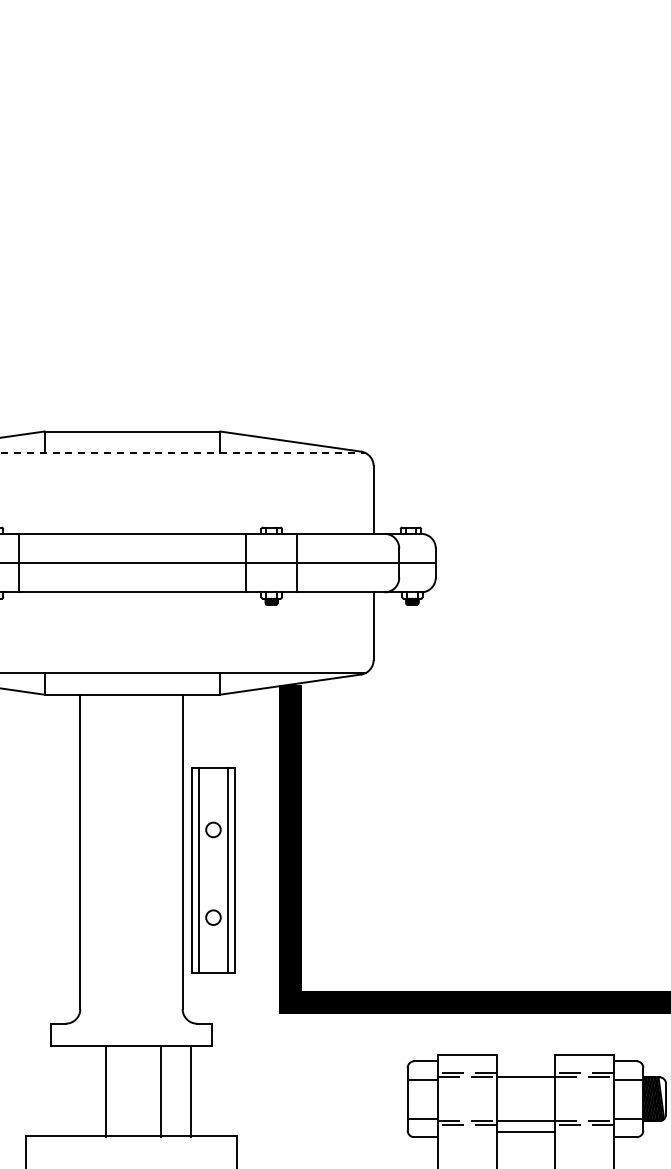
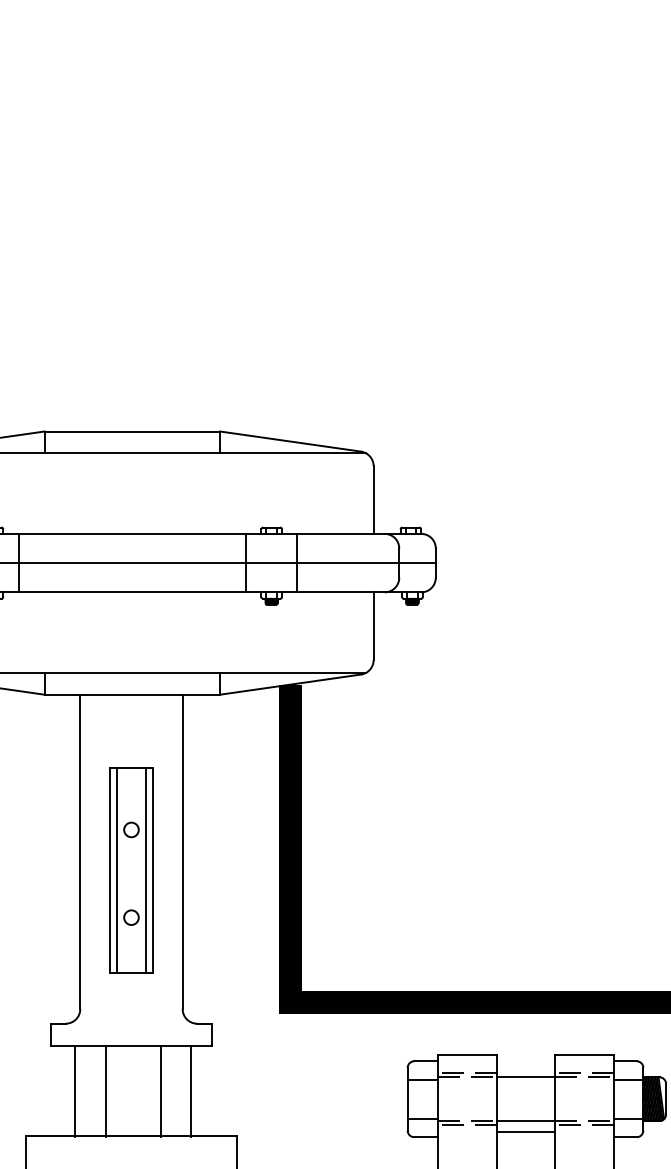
line at (183, 453): dashed -> solid
part at (213, 870) position: (213, 870) -> (131, 870)
line at (74, 1090): none -> present
